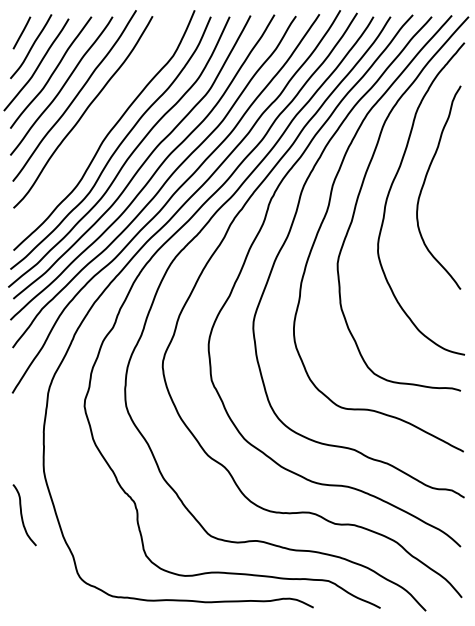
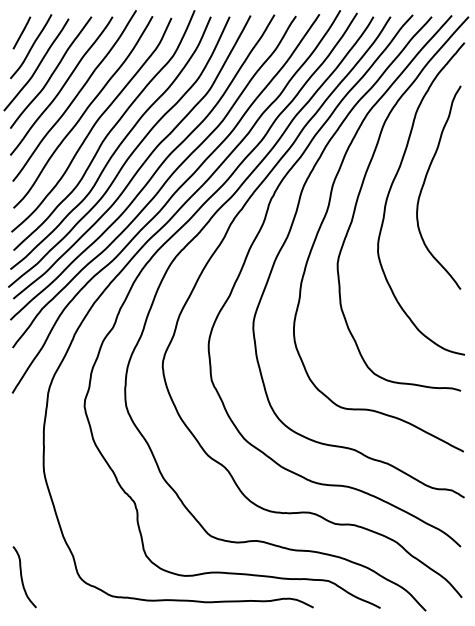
curve at (92, 125): none -> present
curve at (22, 515) position: (22, 515) -> (22, 577)
